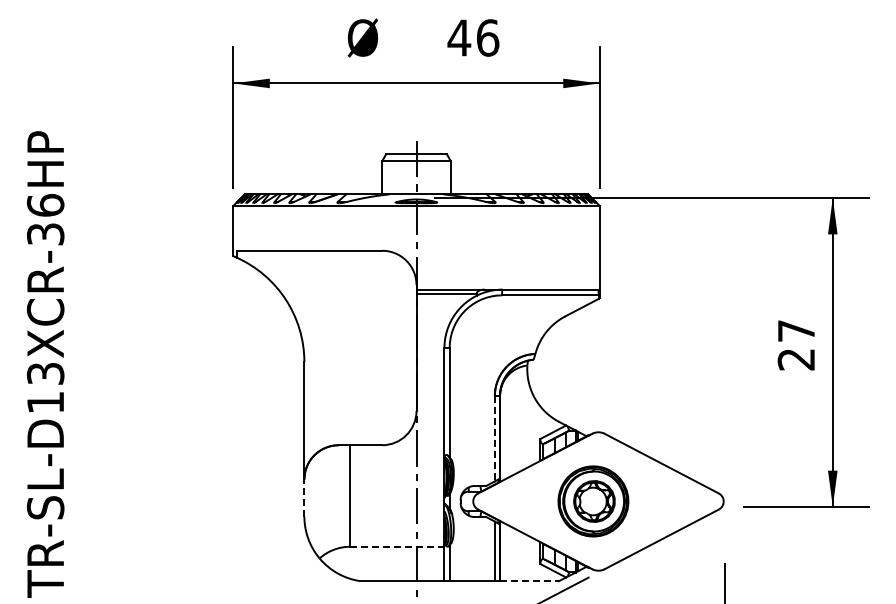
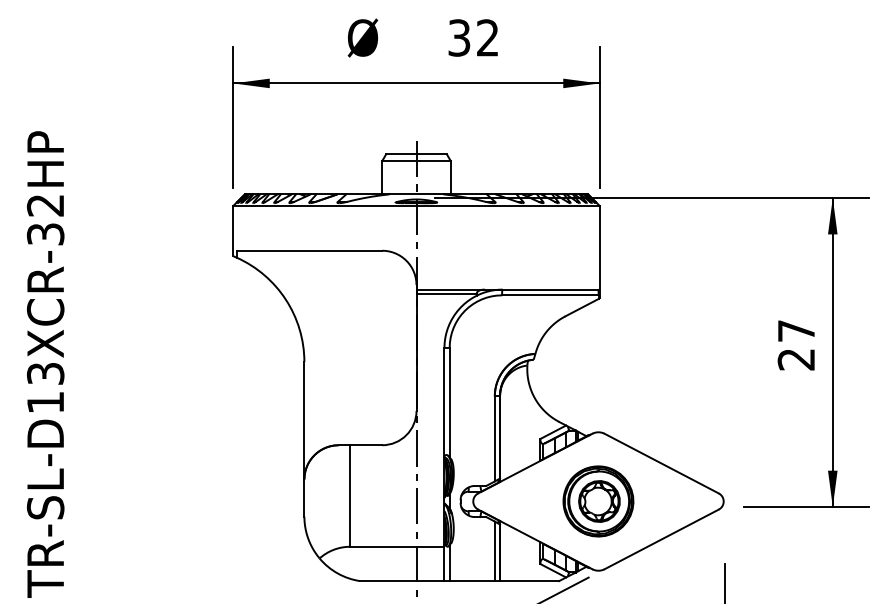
text at (473, 37): 46 -> 32
text at (45, 205): TR-SL-D13XCR-36HP -> TR-SL-D13XCR-32HP
line at (494, 438): dashed -> solid
line at (304, 498): dashed -> solid
part at (593, 501) position: (593, 501) -> (598, 501)
line at (397, 546): dashed -> solid
line at (529, 581): dashed -> solid
